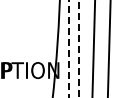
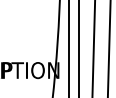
line at (68, 48): dashed -> solid
line at (79, 48): dashed -> solid
